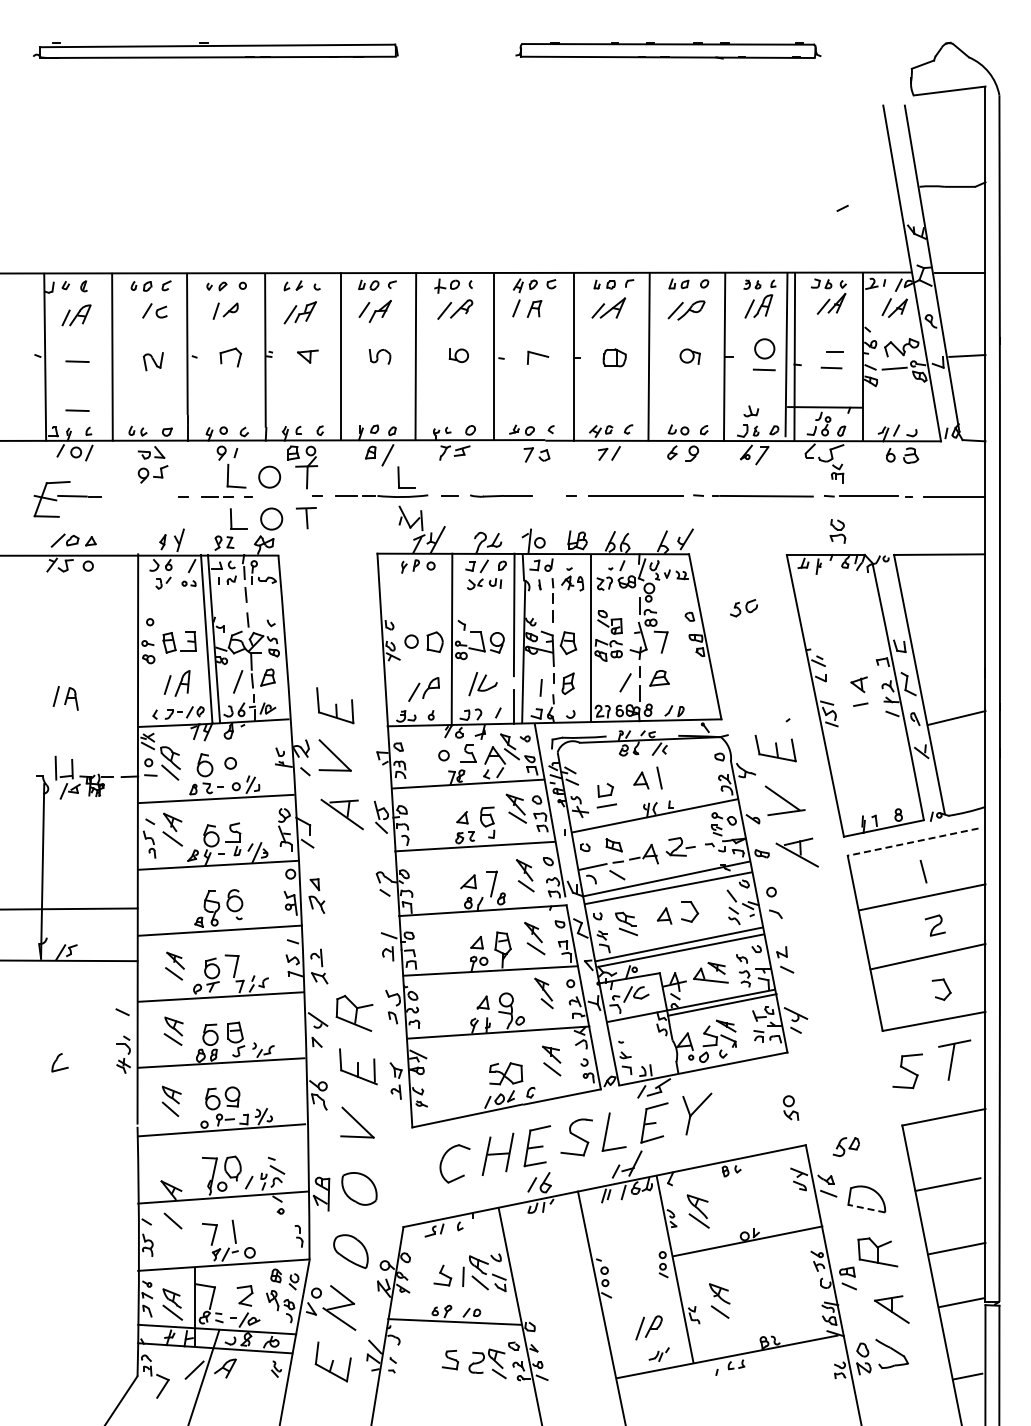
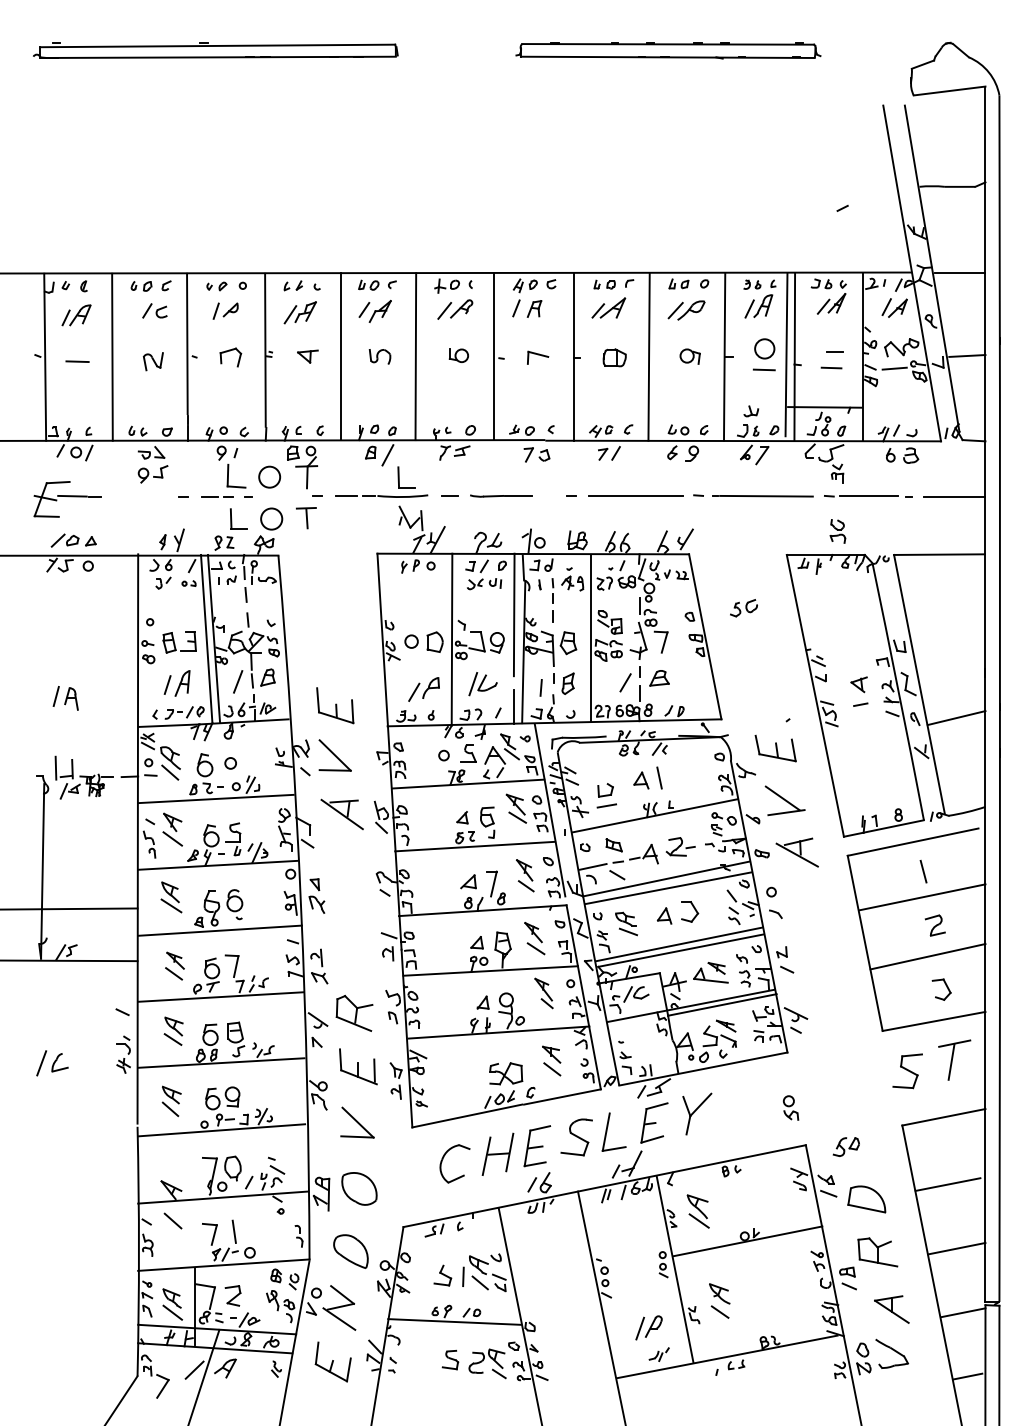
line at (77, 410): present -> none
line at (913, 842): dashed -> solid
part at (171, 897): none -> present
line at (41, 1063): none -> present
line at (866, 1208): dashed -> solid
part at (244, 1295) position: (244, 1295) -> (232, 1295)
line at (961, 1302) position: (961, 1302) -> (963, 1312)
